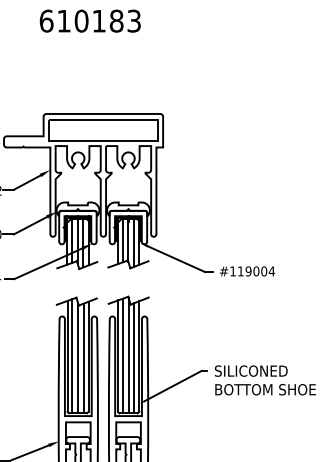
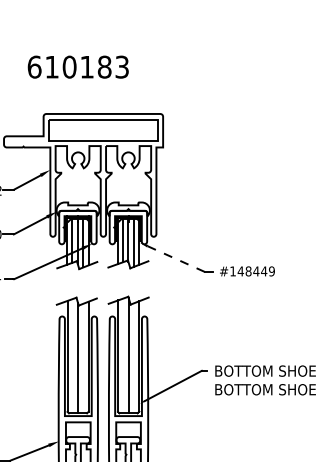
text at (89, 20) position: (89, 20) -> (77, 66)
line at (176, 259): solid -> dashed
text at (256, 271): #119004 -> #148449
line at (123, 355): present -> none
line at (72, 356): present -> none
line at (83, 358): present -> none
line at (134, 358): present -> none
text at (264, 370): SILICONED -> BOTTOM SHOE
